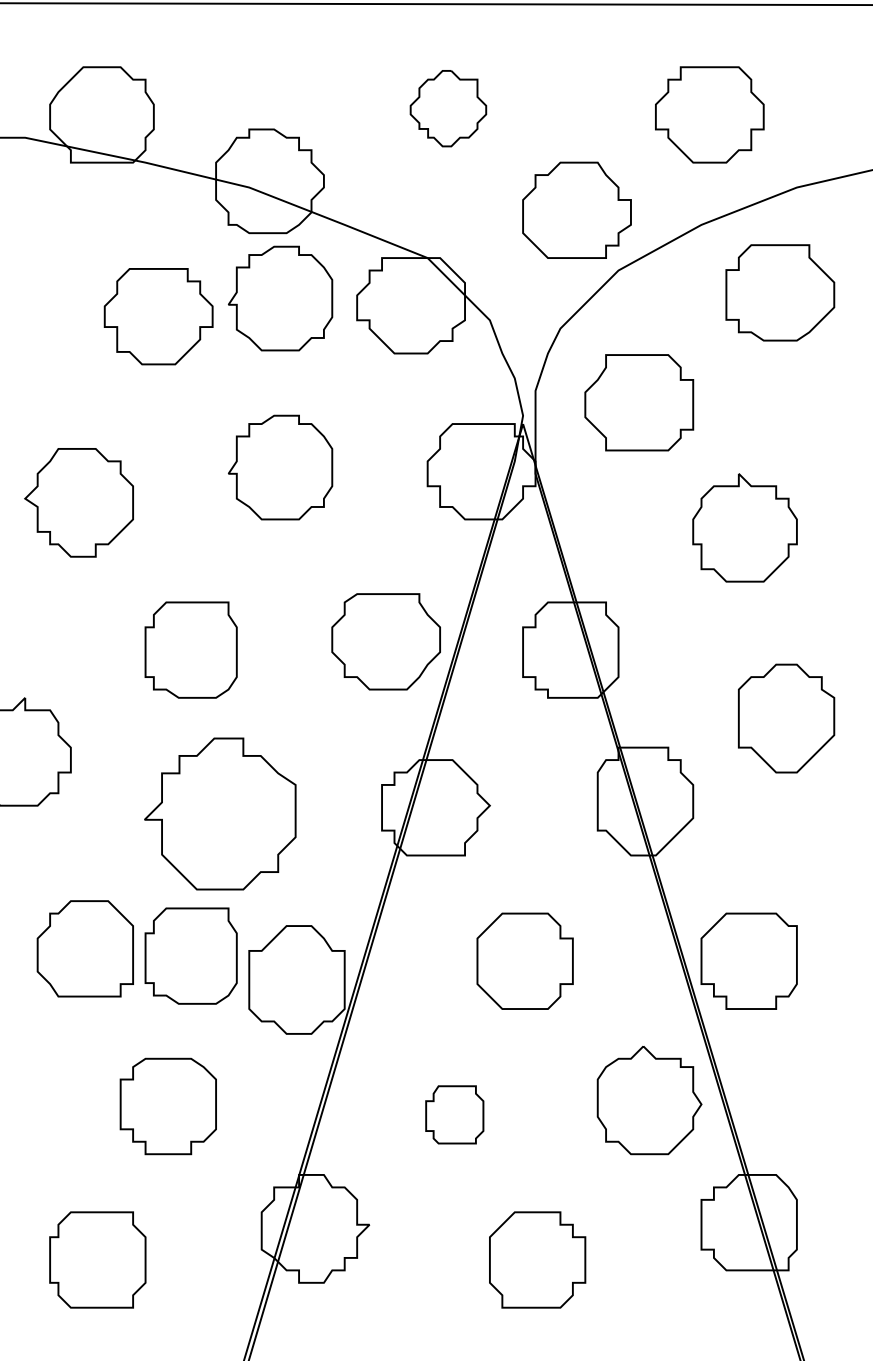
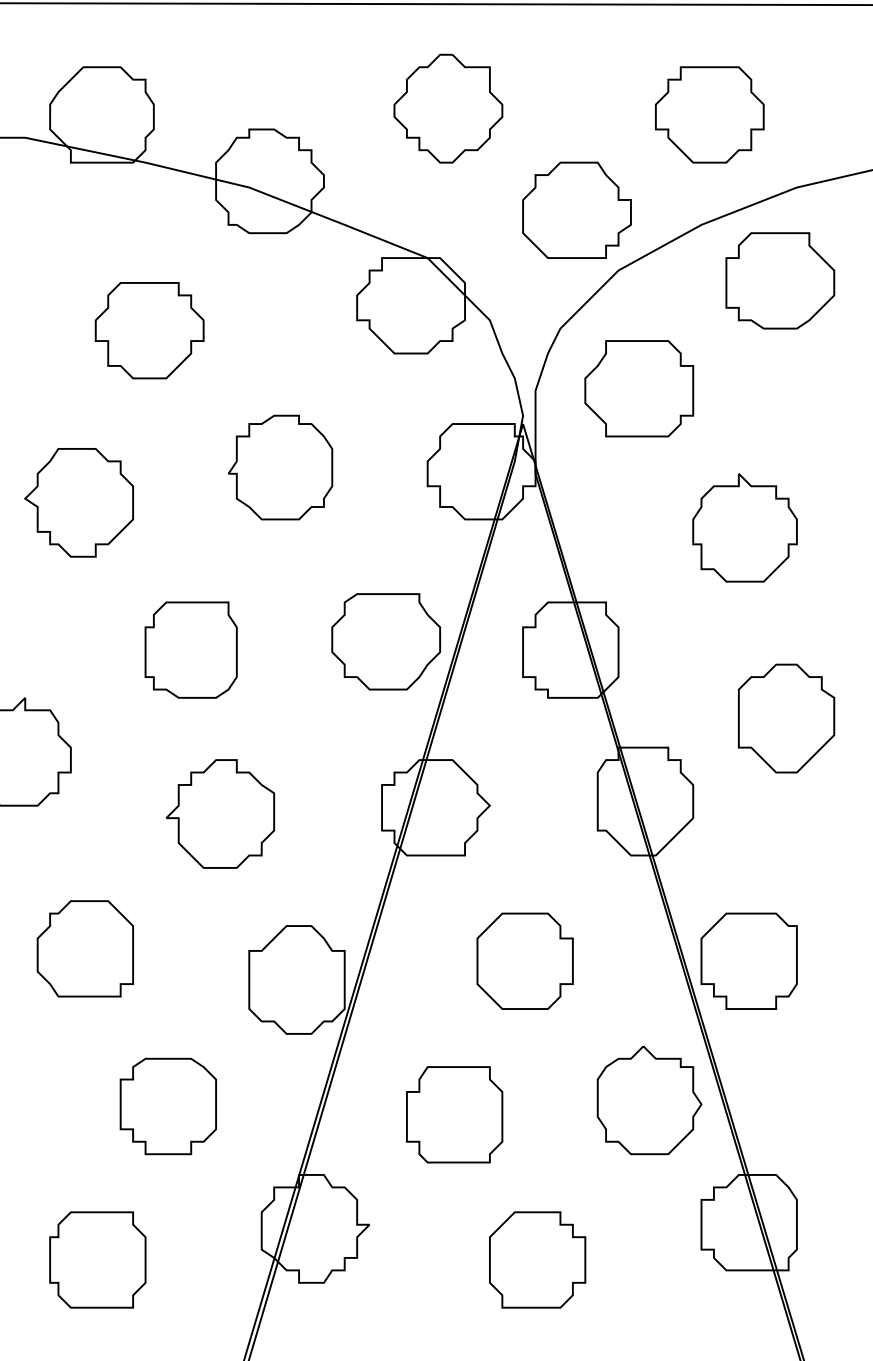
part at (448, 108) size: 79x78 px -> 111x111 px
part at (780, 292) position: (780, 292) -> (780, 280)
part at (280, 298): present -> none
part at (158, 316) position: (158, 316) -> (149, 330)
part at (639, 402) position: (639, 402) -> (639, 388)
part at (220, 813) size: 153x154 px -> 111x110 px
part at (190, 955): present -> none
part at (454, 1114) size: 60x60 px -> 98x98 px
